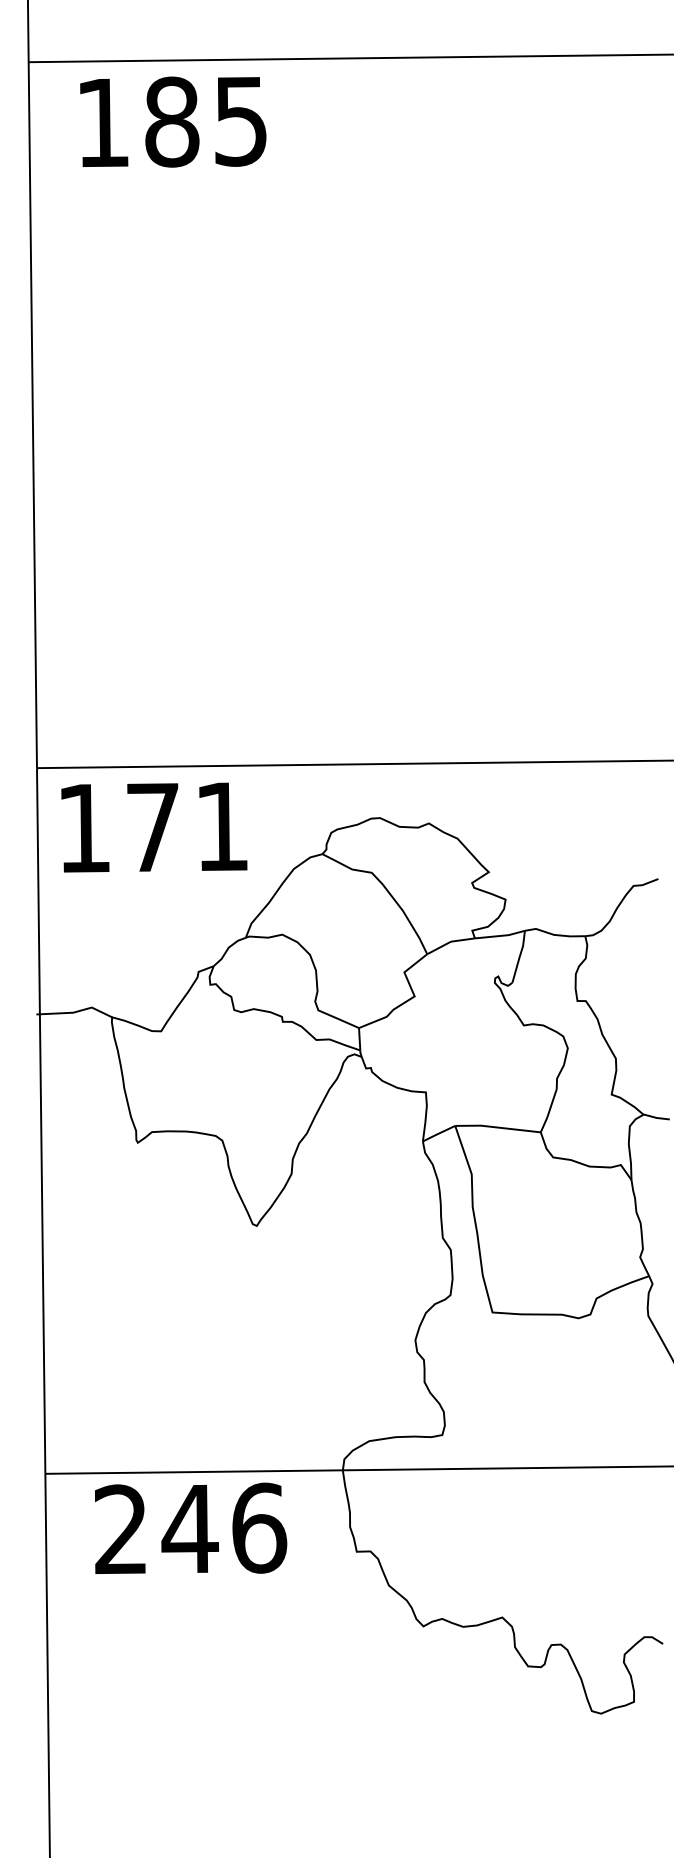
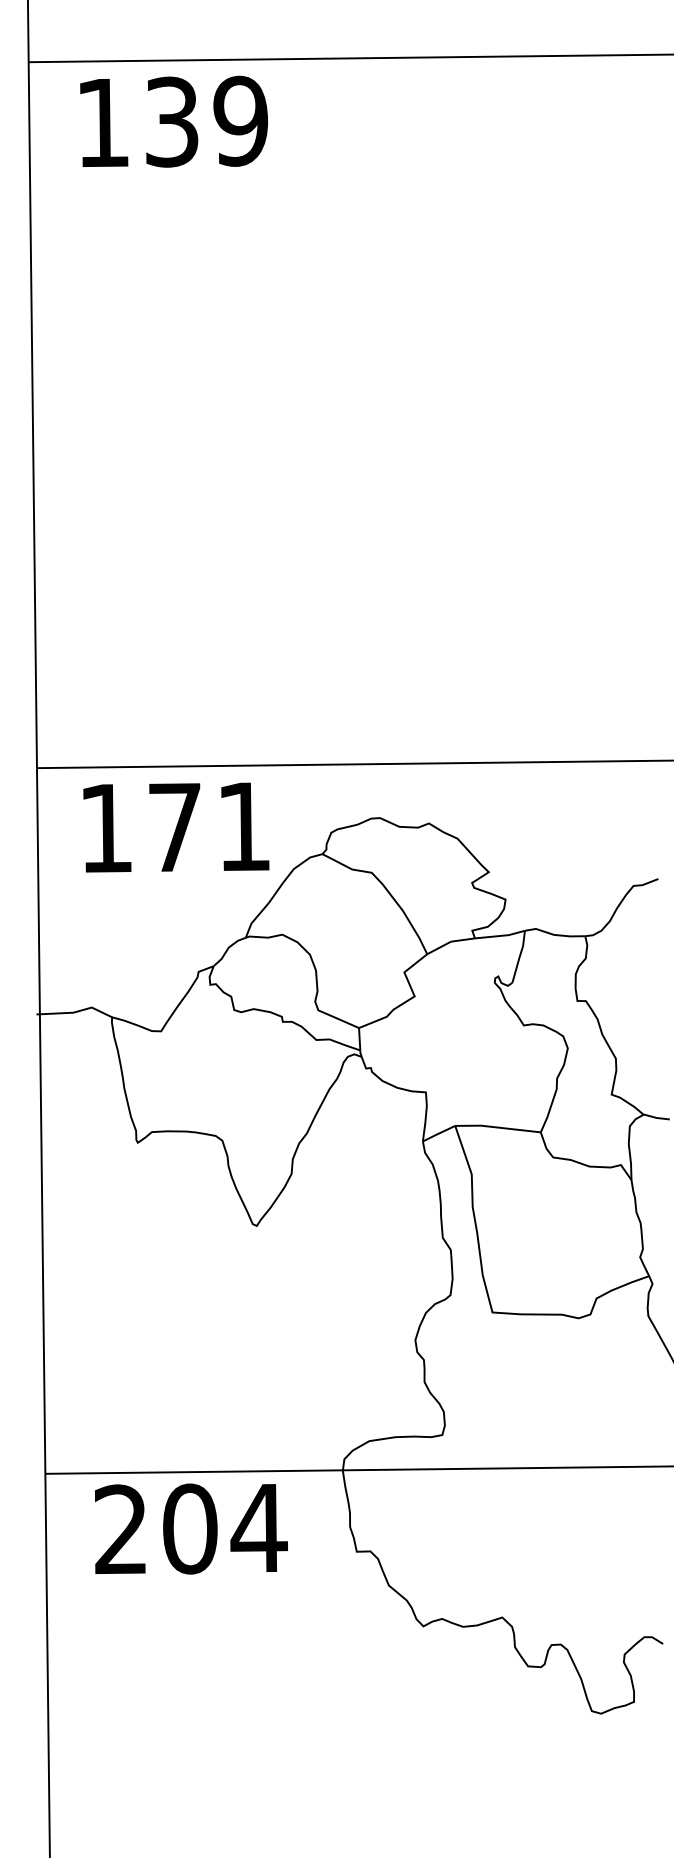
text at (206, 121): 185 -> 139
text at (154, 827) position: (154, 827) -> (176, 827)
text at (224, 1528): 246 -> 204
